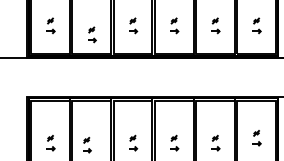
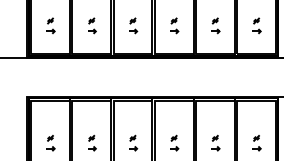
part at (92, 34) position: (92, 34) -> (92, 25)
part at (256, 138) position: (256, 138) -> (256, 143)
part at (87, 144) position: (87, 144) -> (92, 142)
